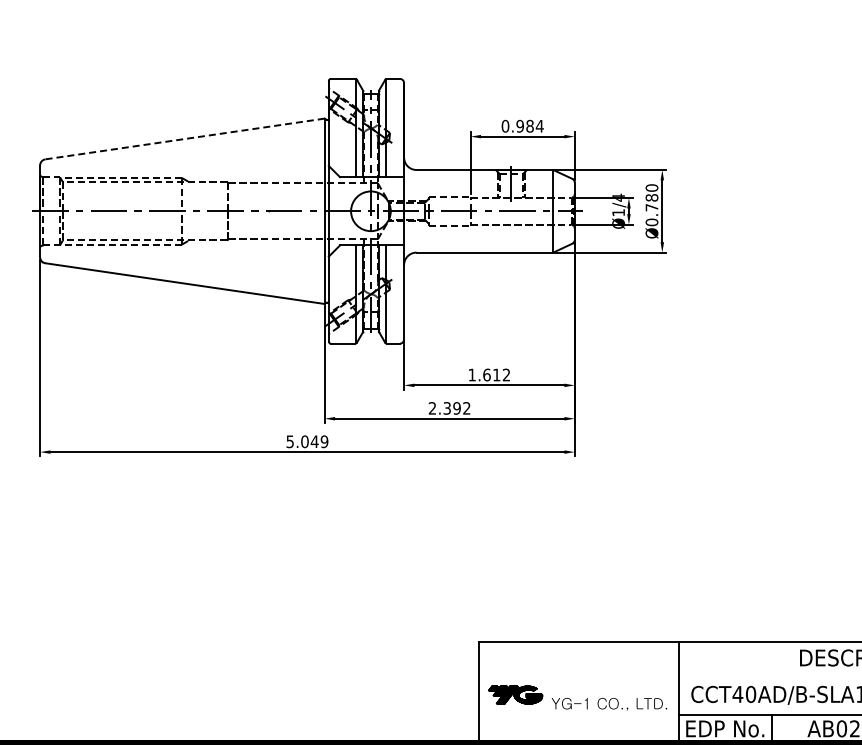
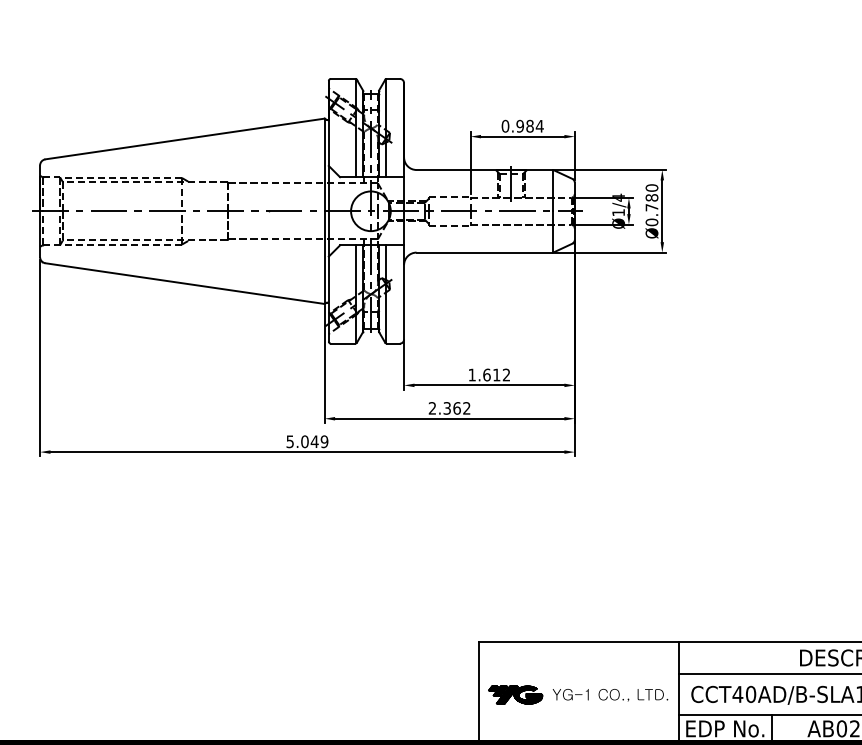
line at (184, 139): dashed -> solid
text at (456, 408): 2.392 -> 2.362
line at (768, 673): none -> present
text at (609, 704) position: (609, 704) -> (610, 695)
